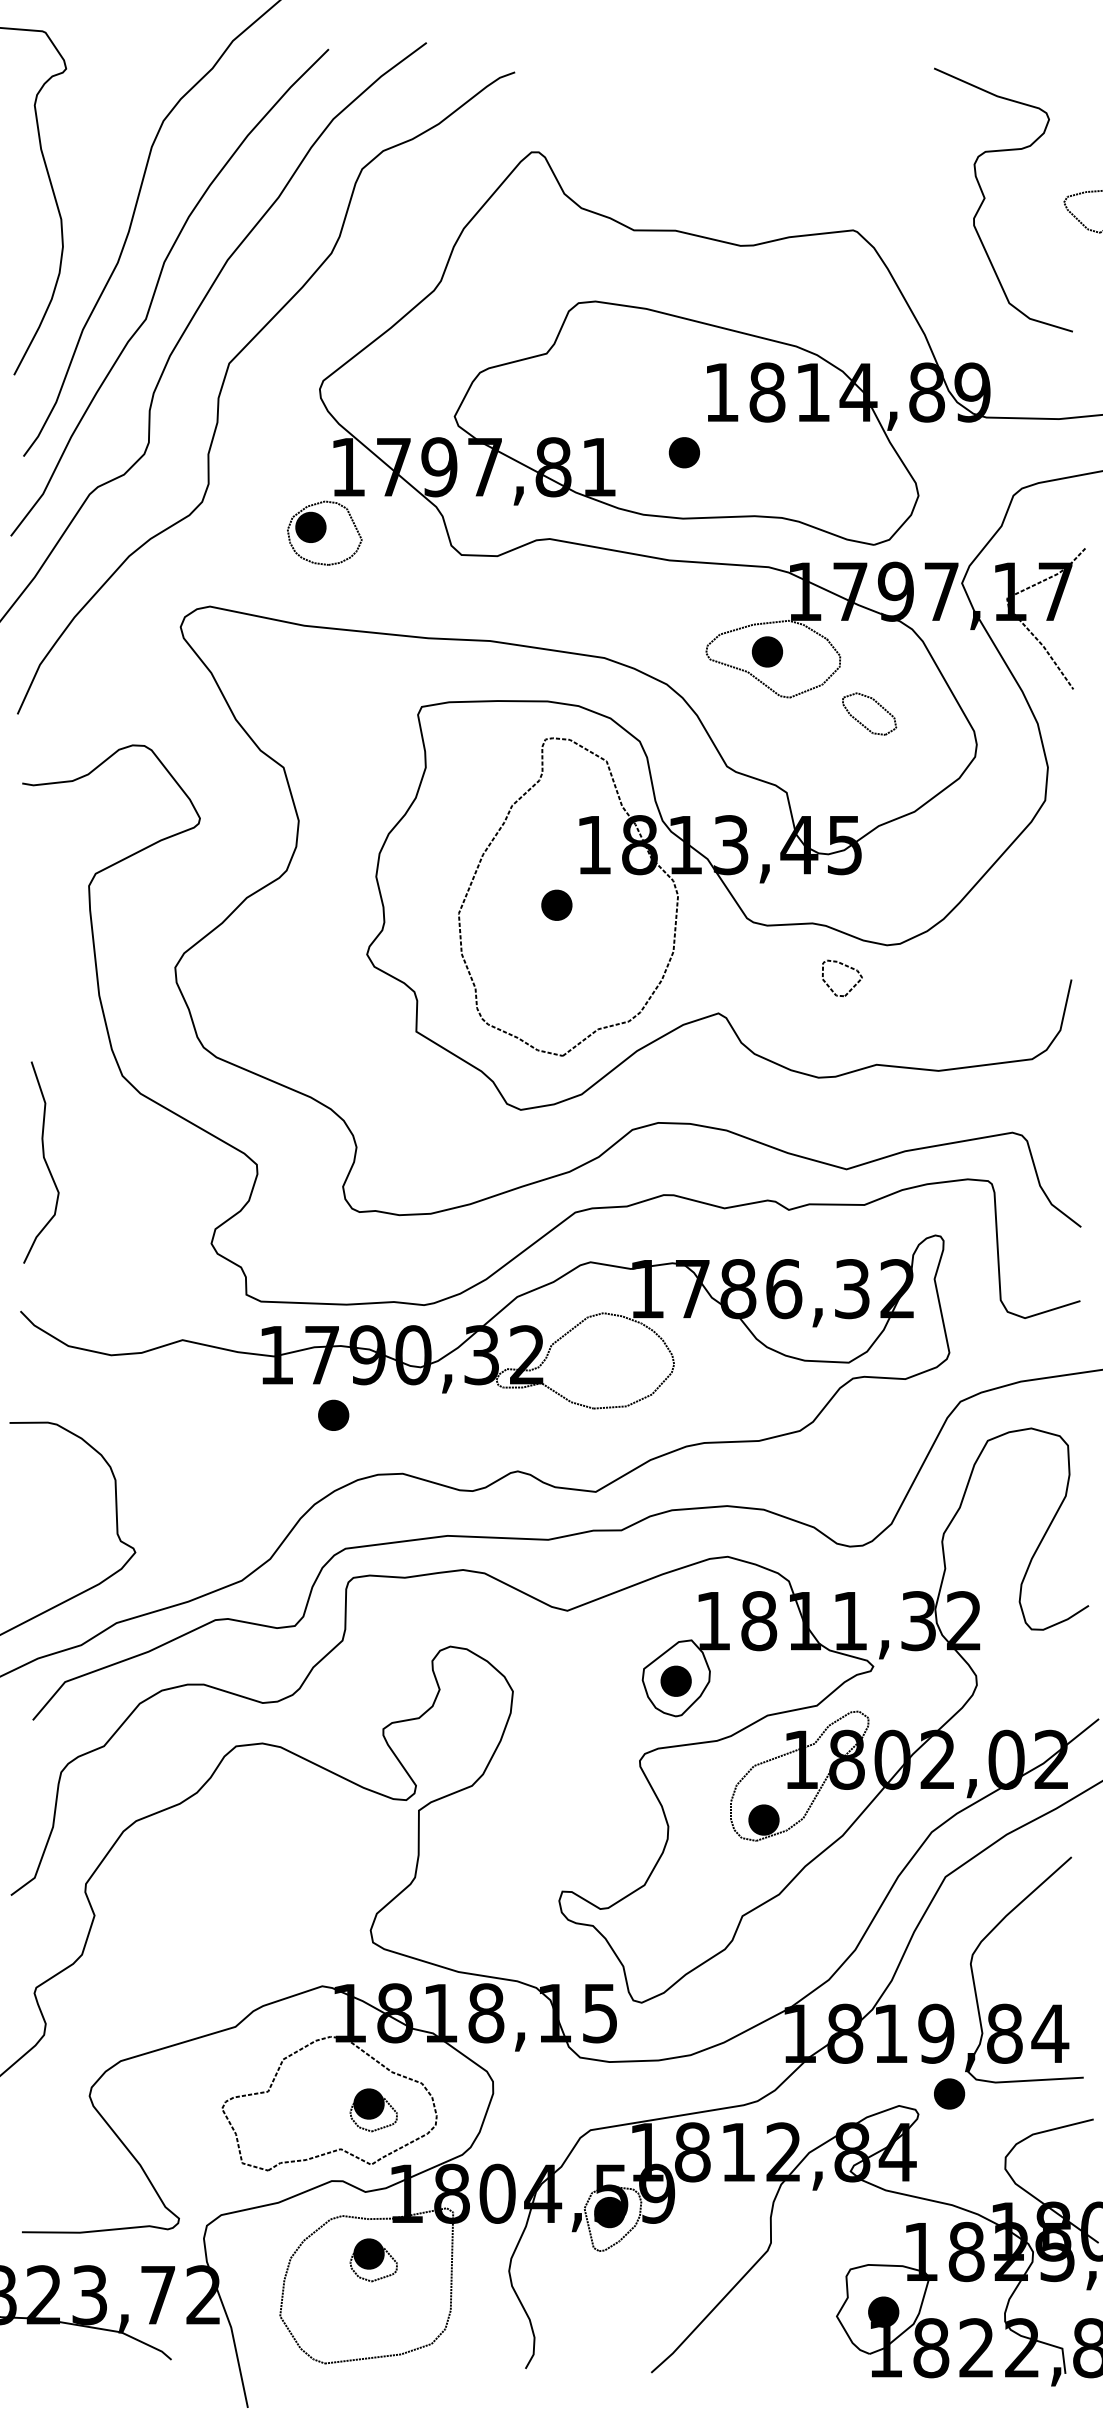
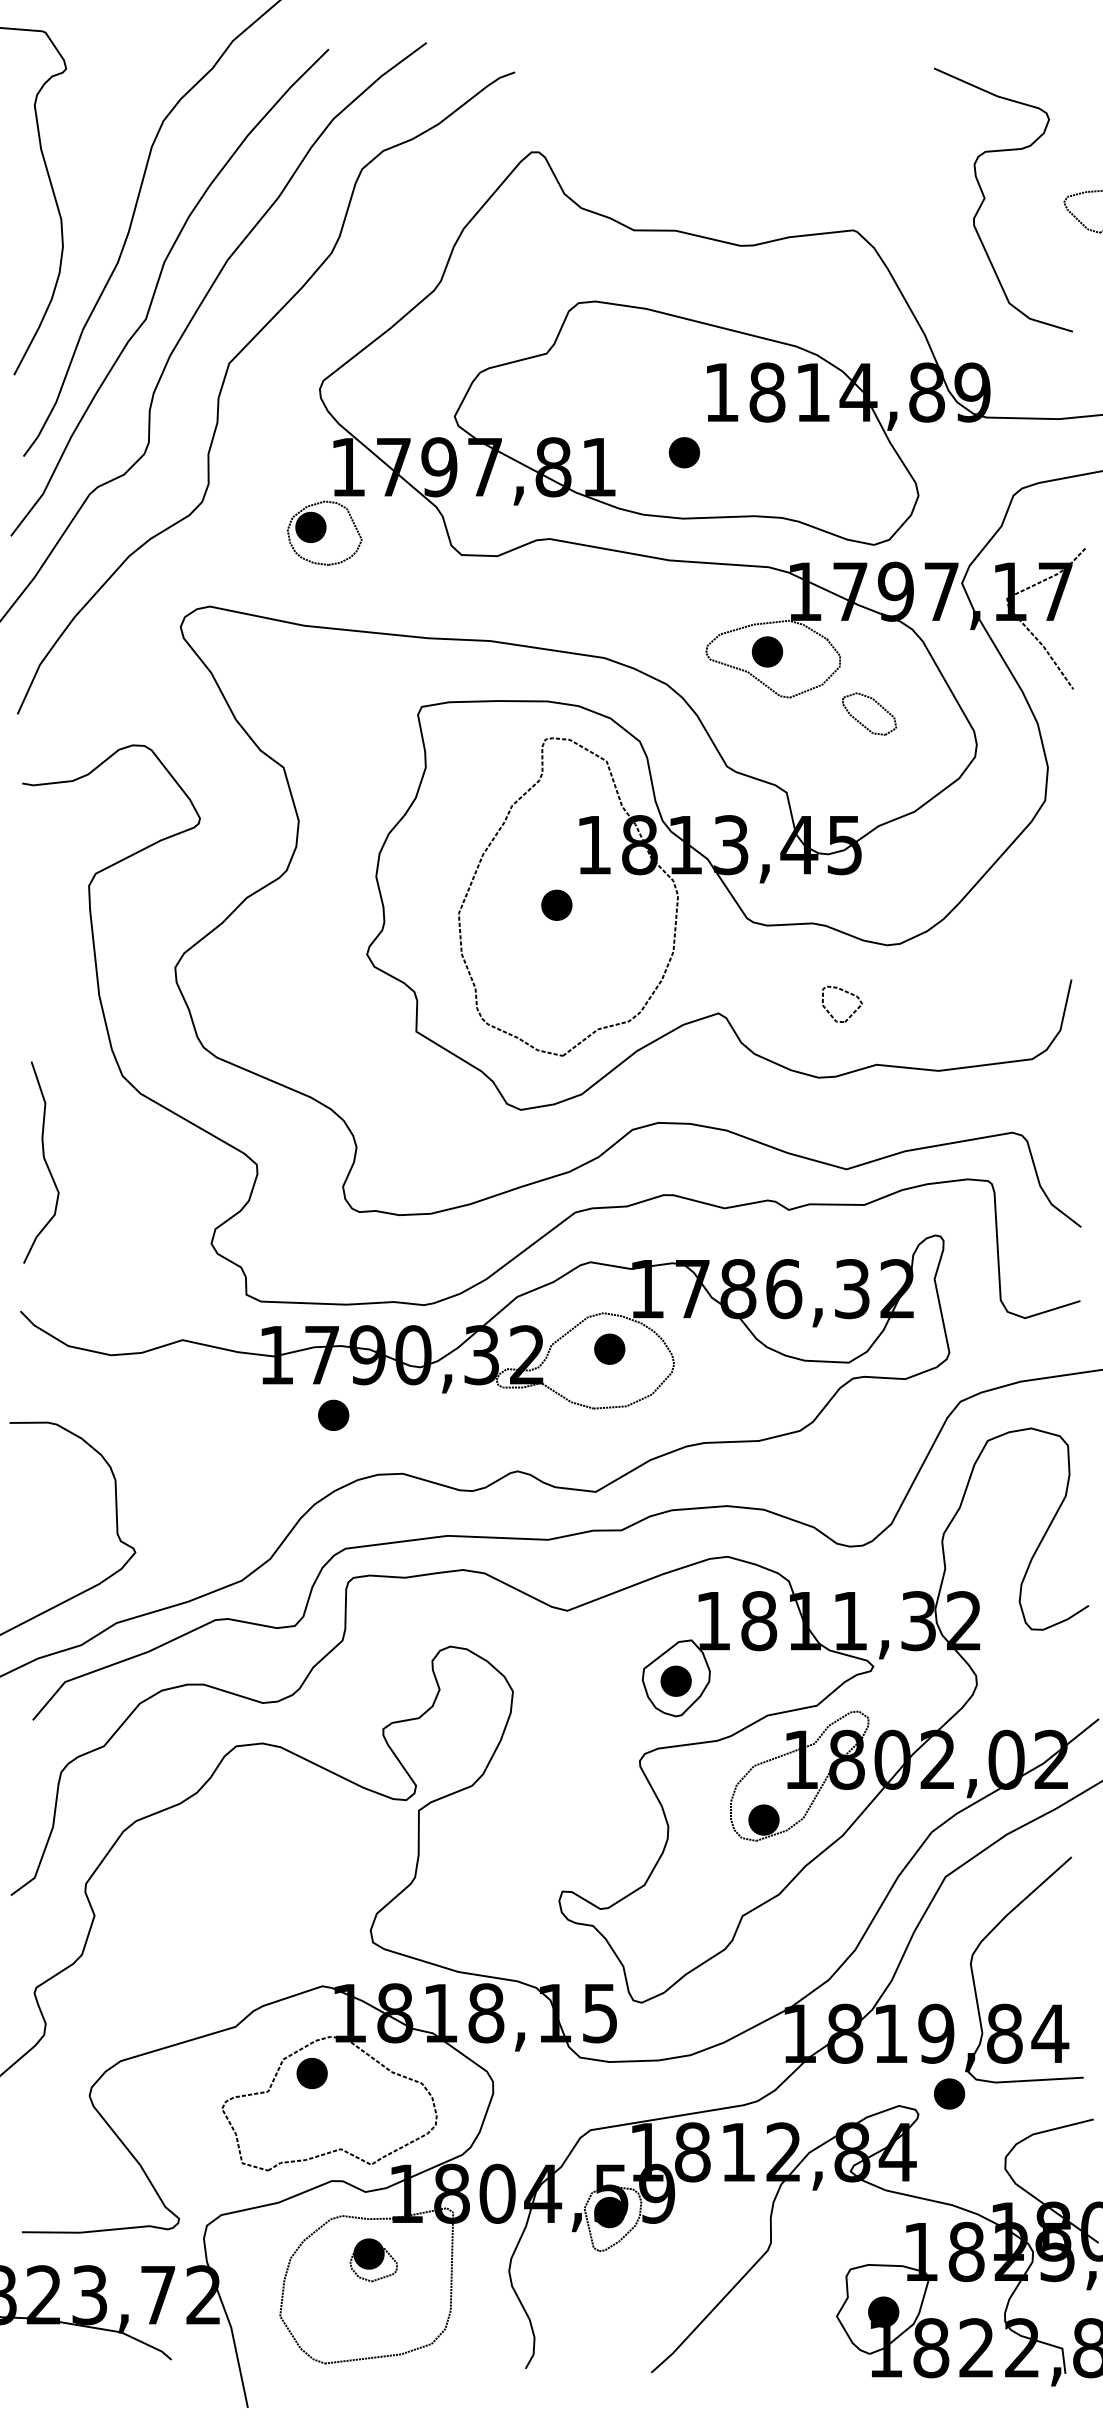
part at (847, 967) position: (847, 967) -> (847, 993)
part at (609, 1348): none -> present
part at (311, 2073): none -> present
part at (373, 2110): present -> none
